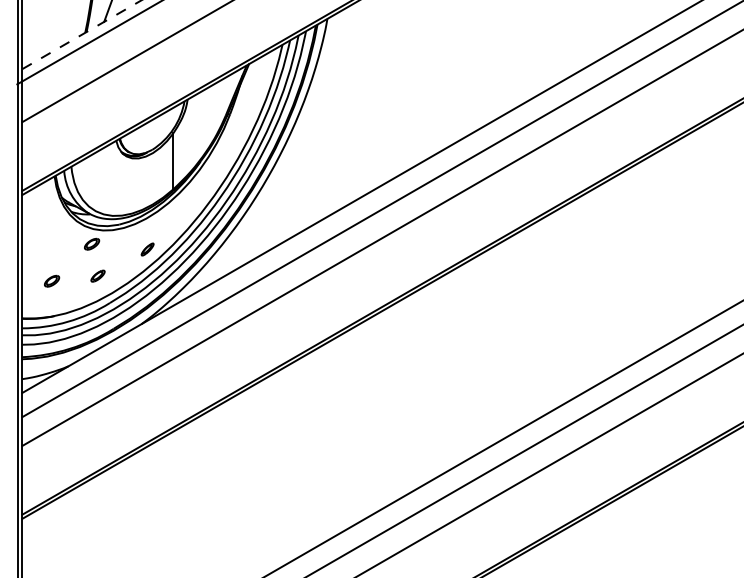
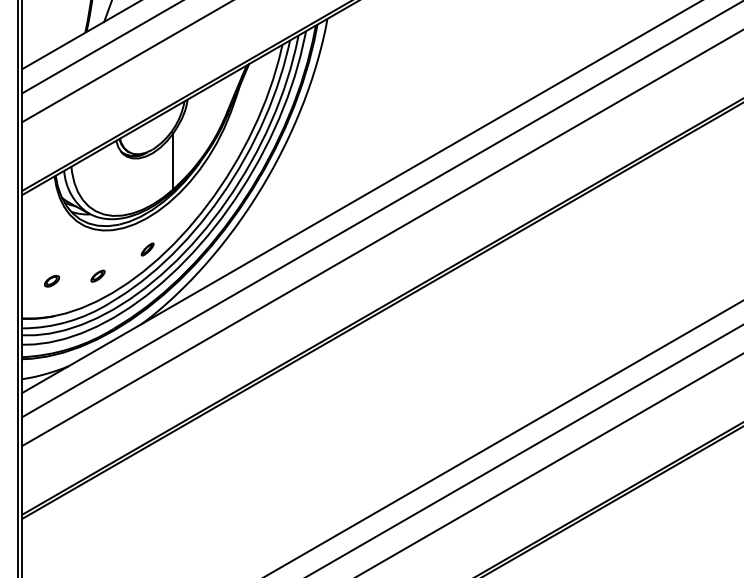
line at (82, 34): dashed -> solid
line at (88, 43) position: (88, 43) -> (100, 47)
part at (92, 243): present -> none
